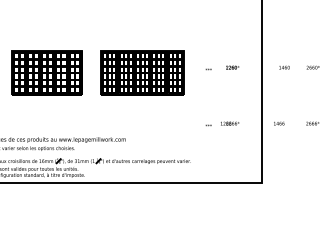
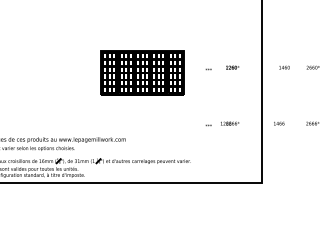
part at (46, 72): present -> none
